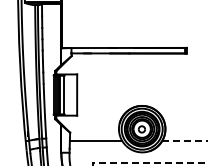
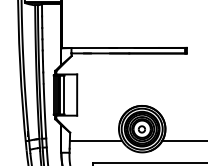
line at (185, 140): dashed -> solid
line at (149, 163): dashed -> solid
